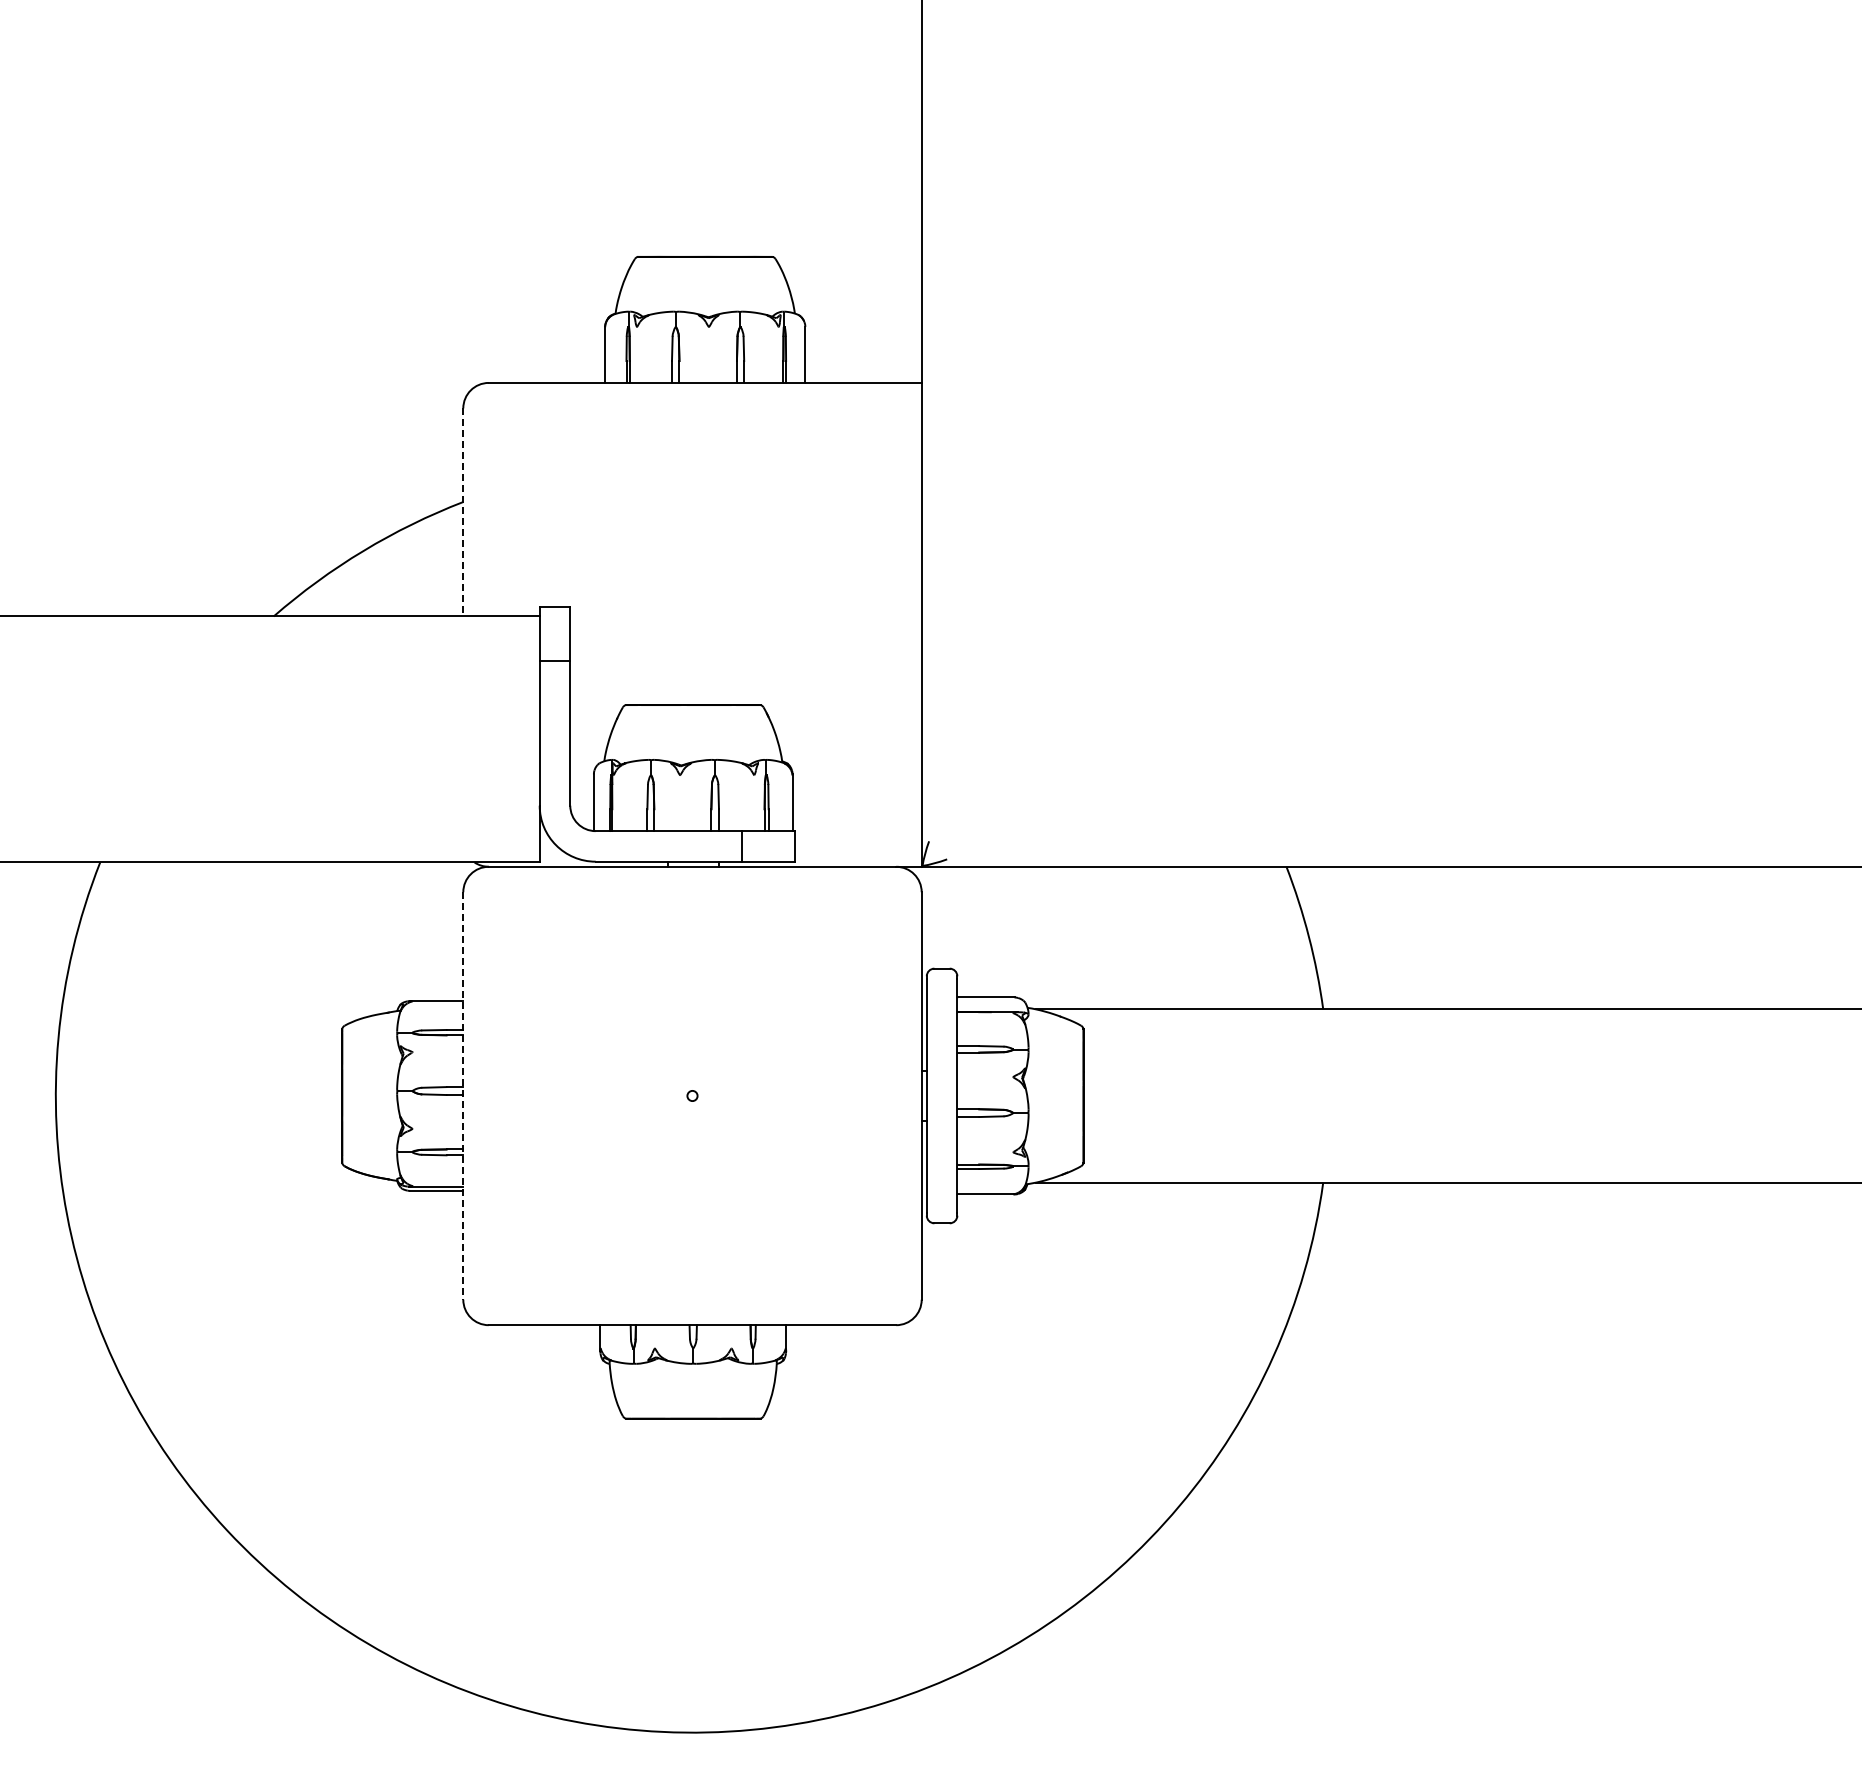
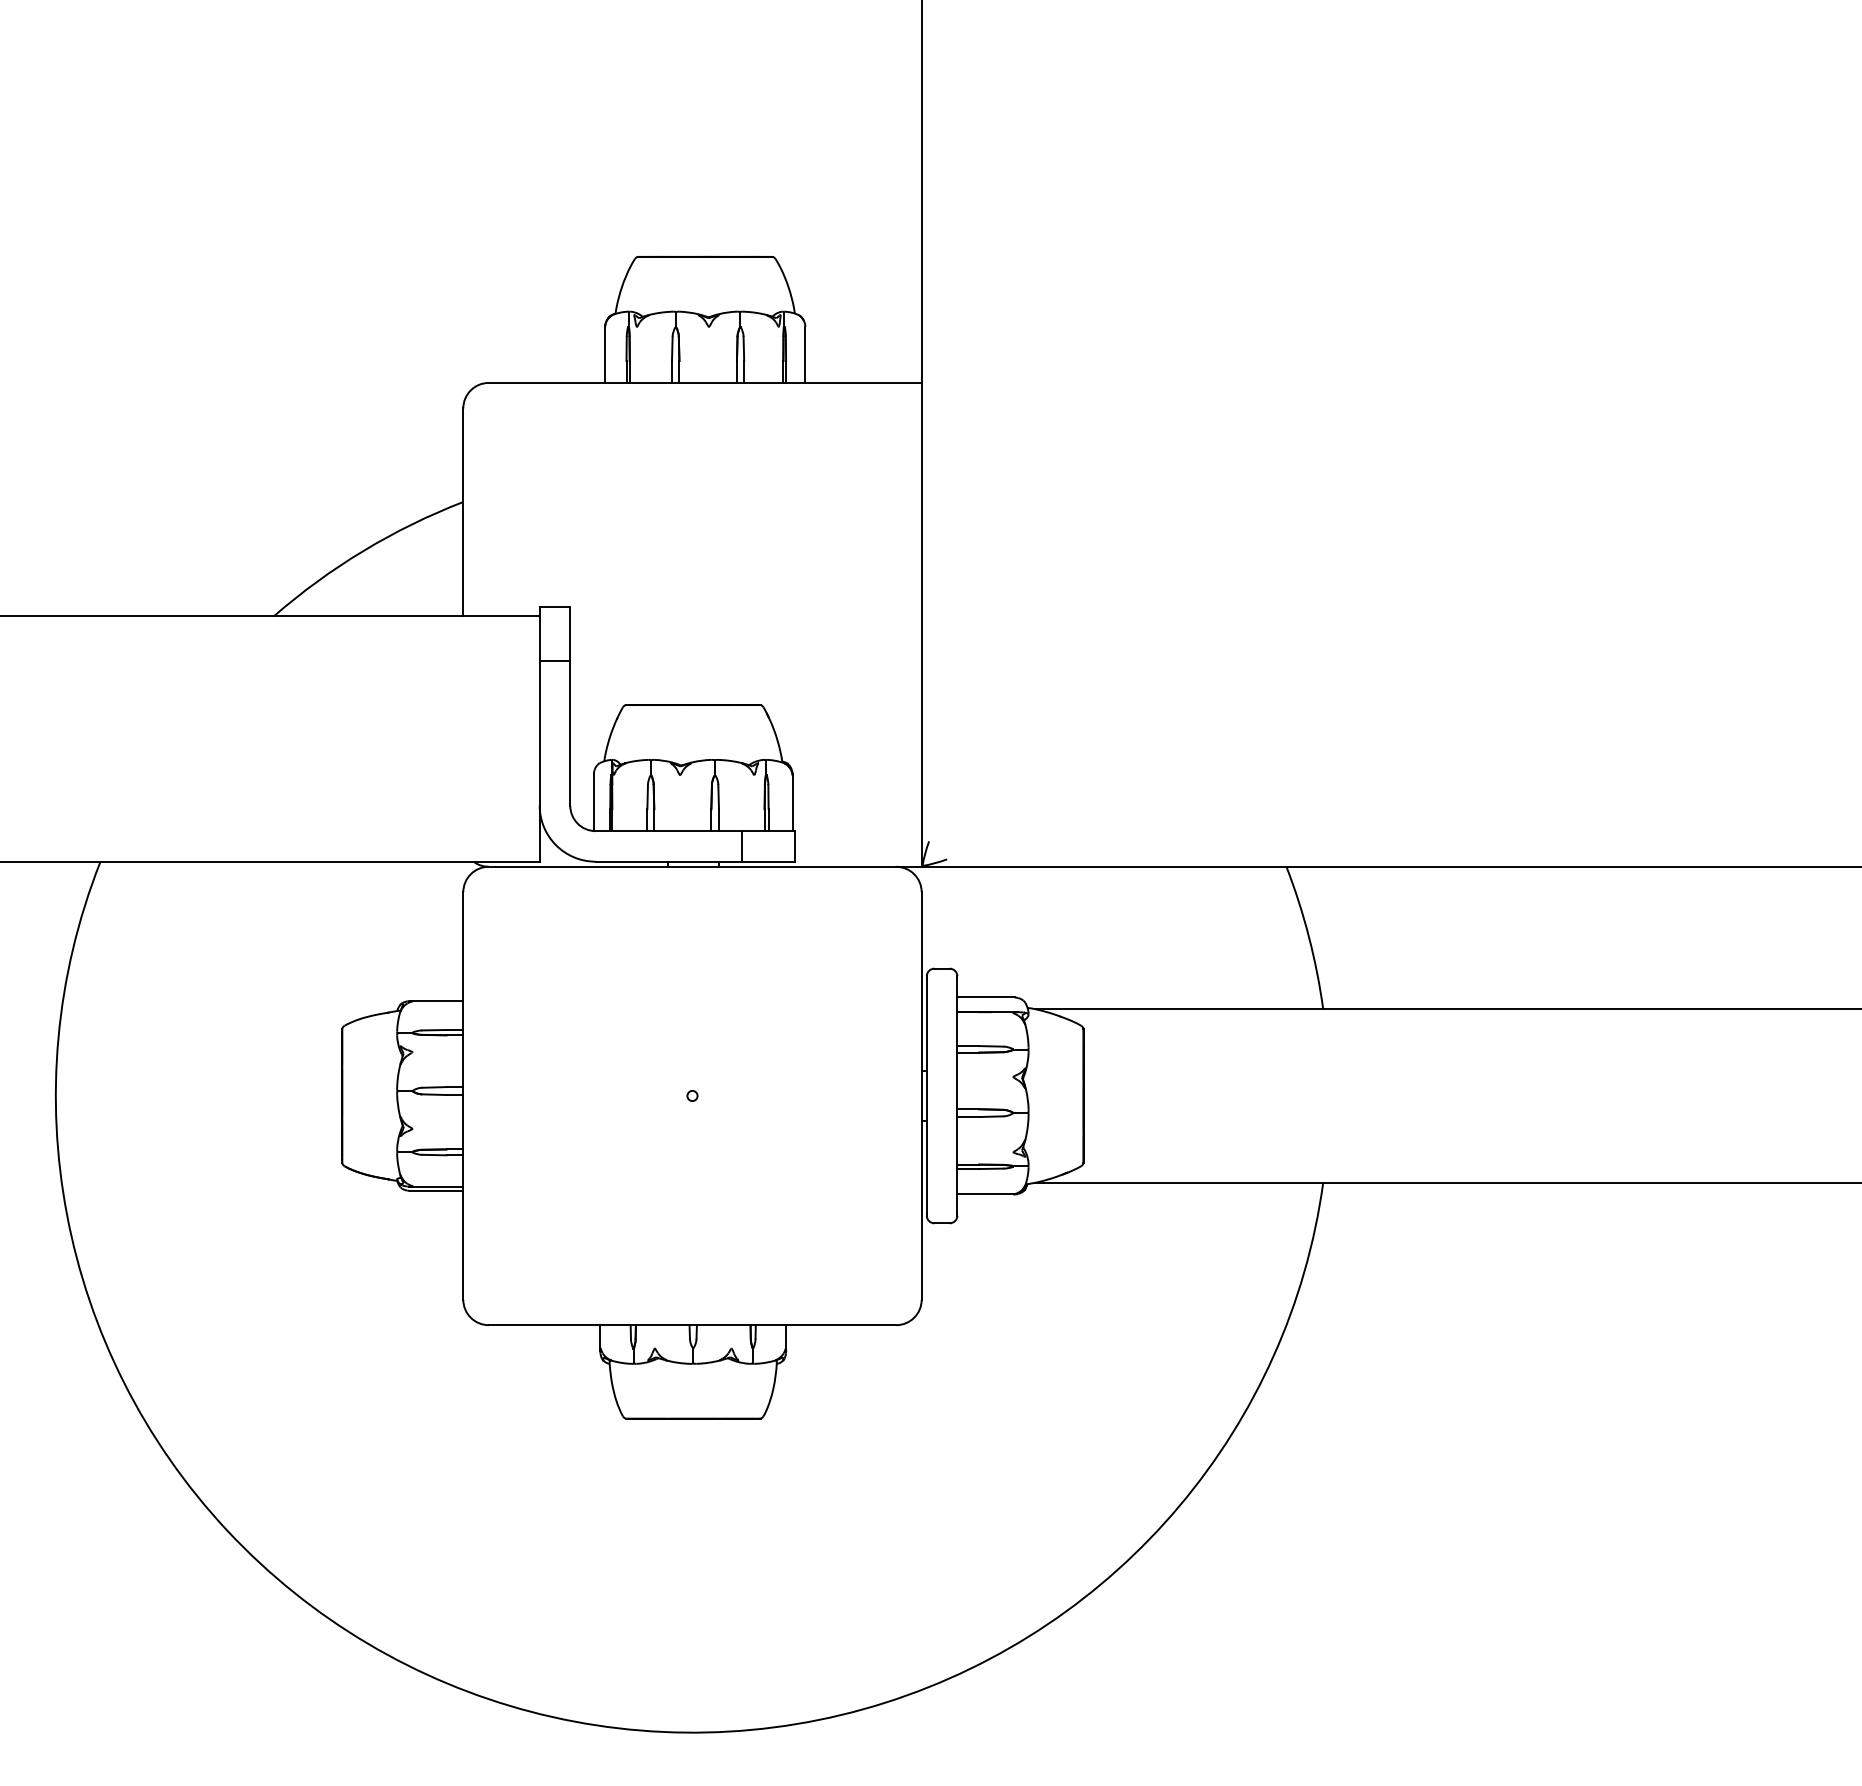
line at (463, 512): dashed -> solid
line at (463, 1095): dashed -> solid
